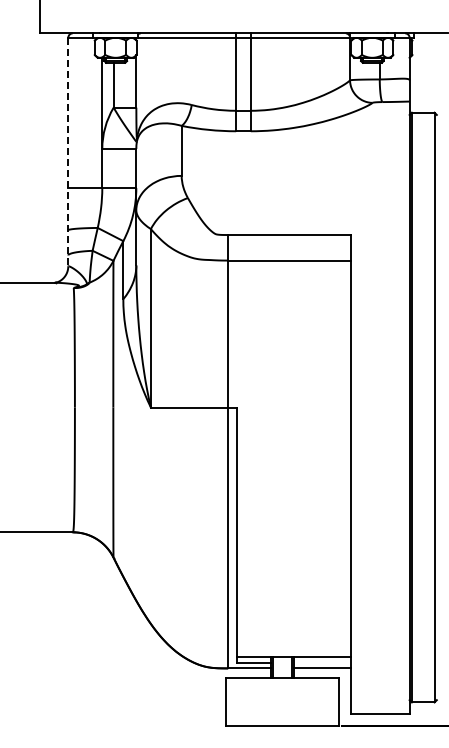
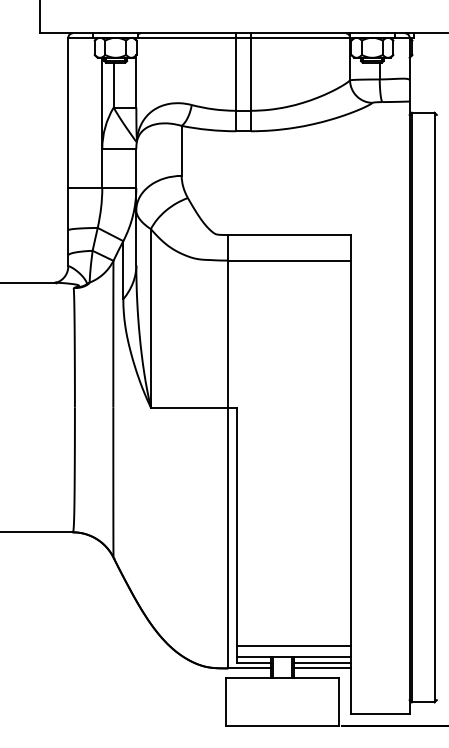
line at (68, 152): dashed -> solid
line at (293, 645): none -> present
line at (321, 663): none -> present
